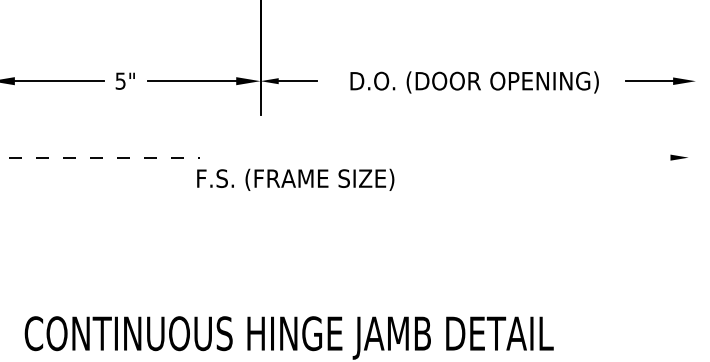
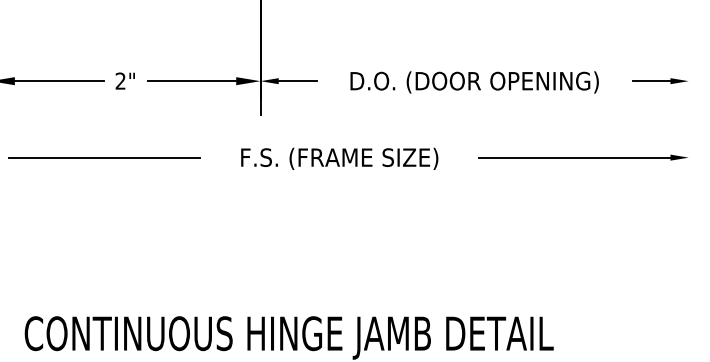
text at (120, 80): 5" -> 2"
part at (660, 80) size: 71x8 px -> 56x6 px
line at (104, 157): dashed -> solid
line at (574, 157): none -> present
text at (295, 179) position: (295, 179) -> (339, 158)
